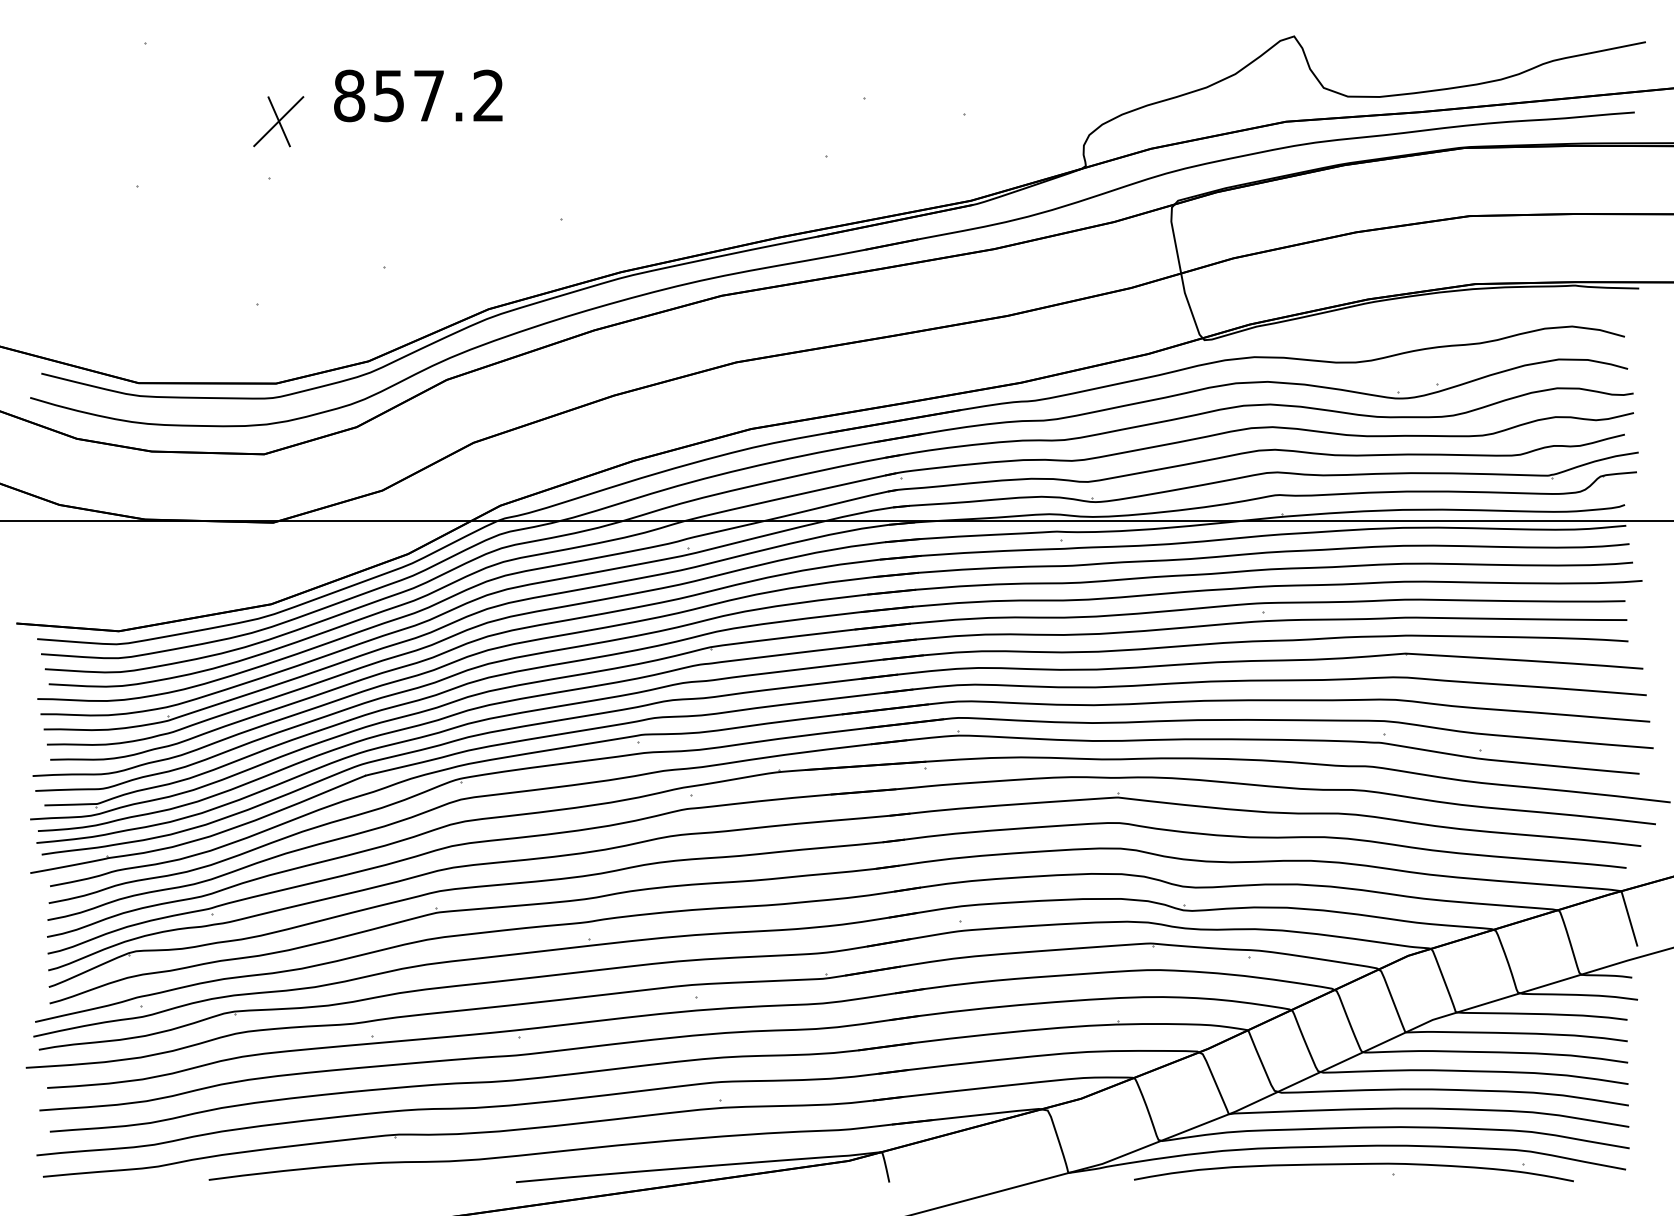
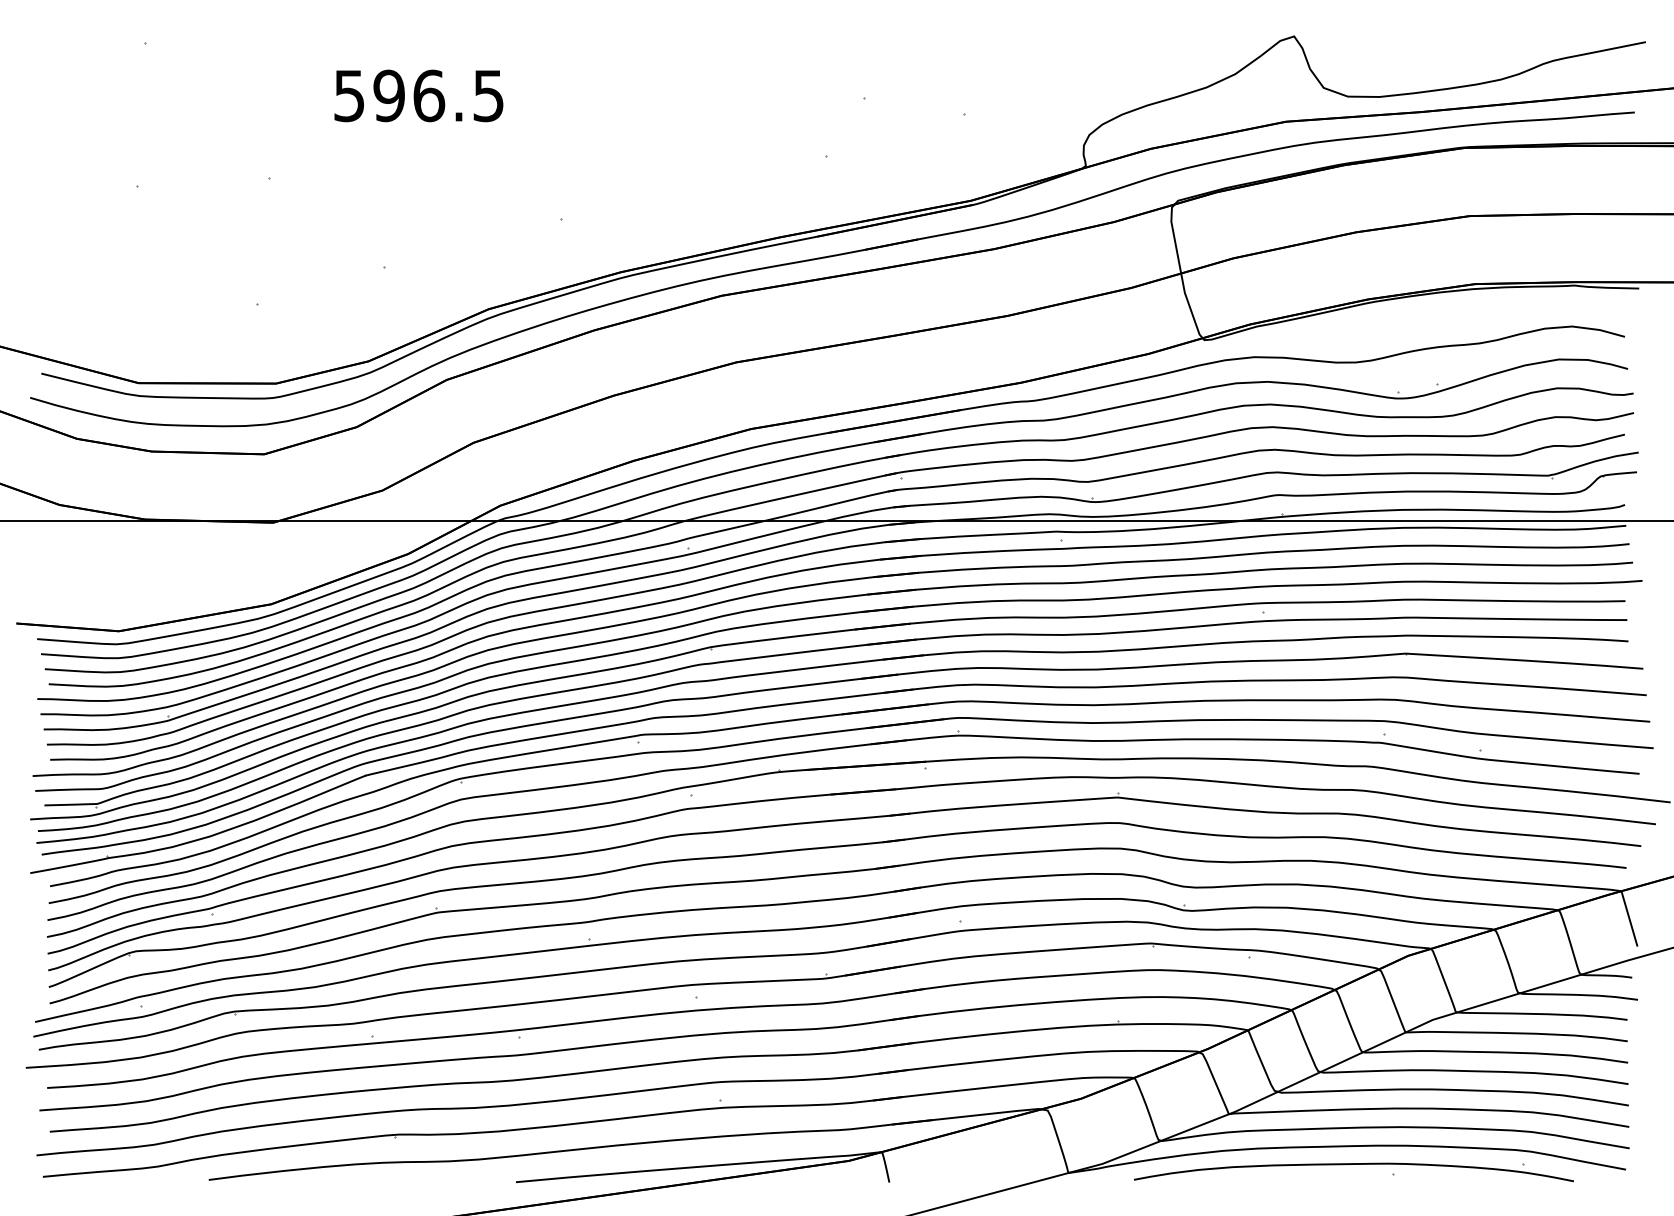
text at (418, 95): 857.2 -> 596.5
part at (278, 121): present -> none
